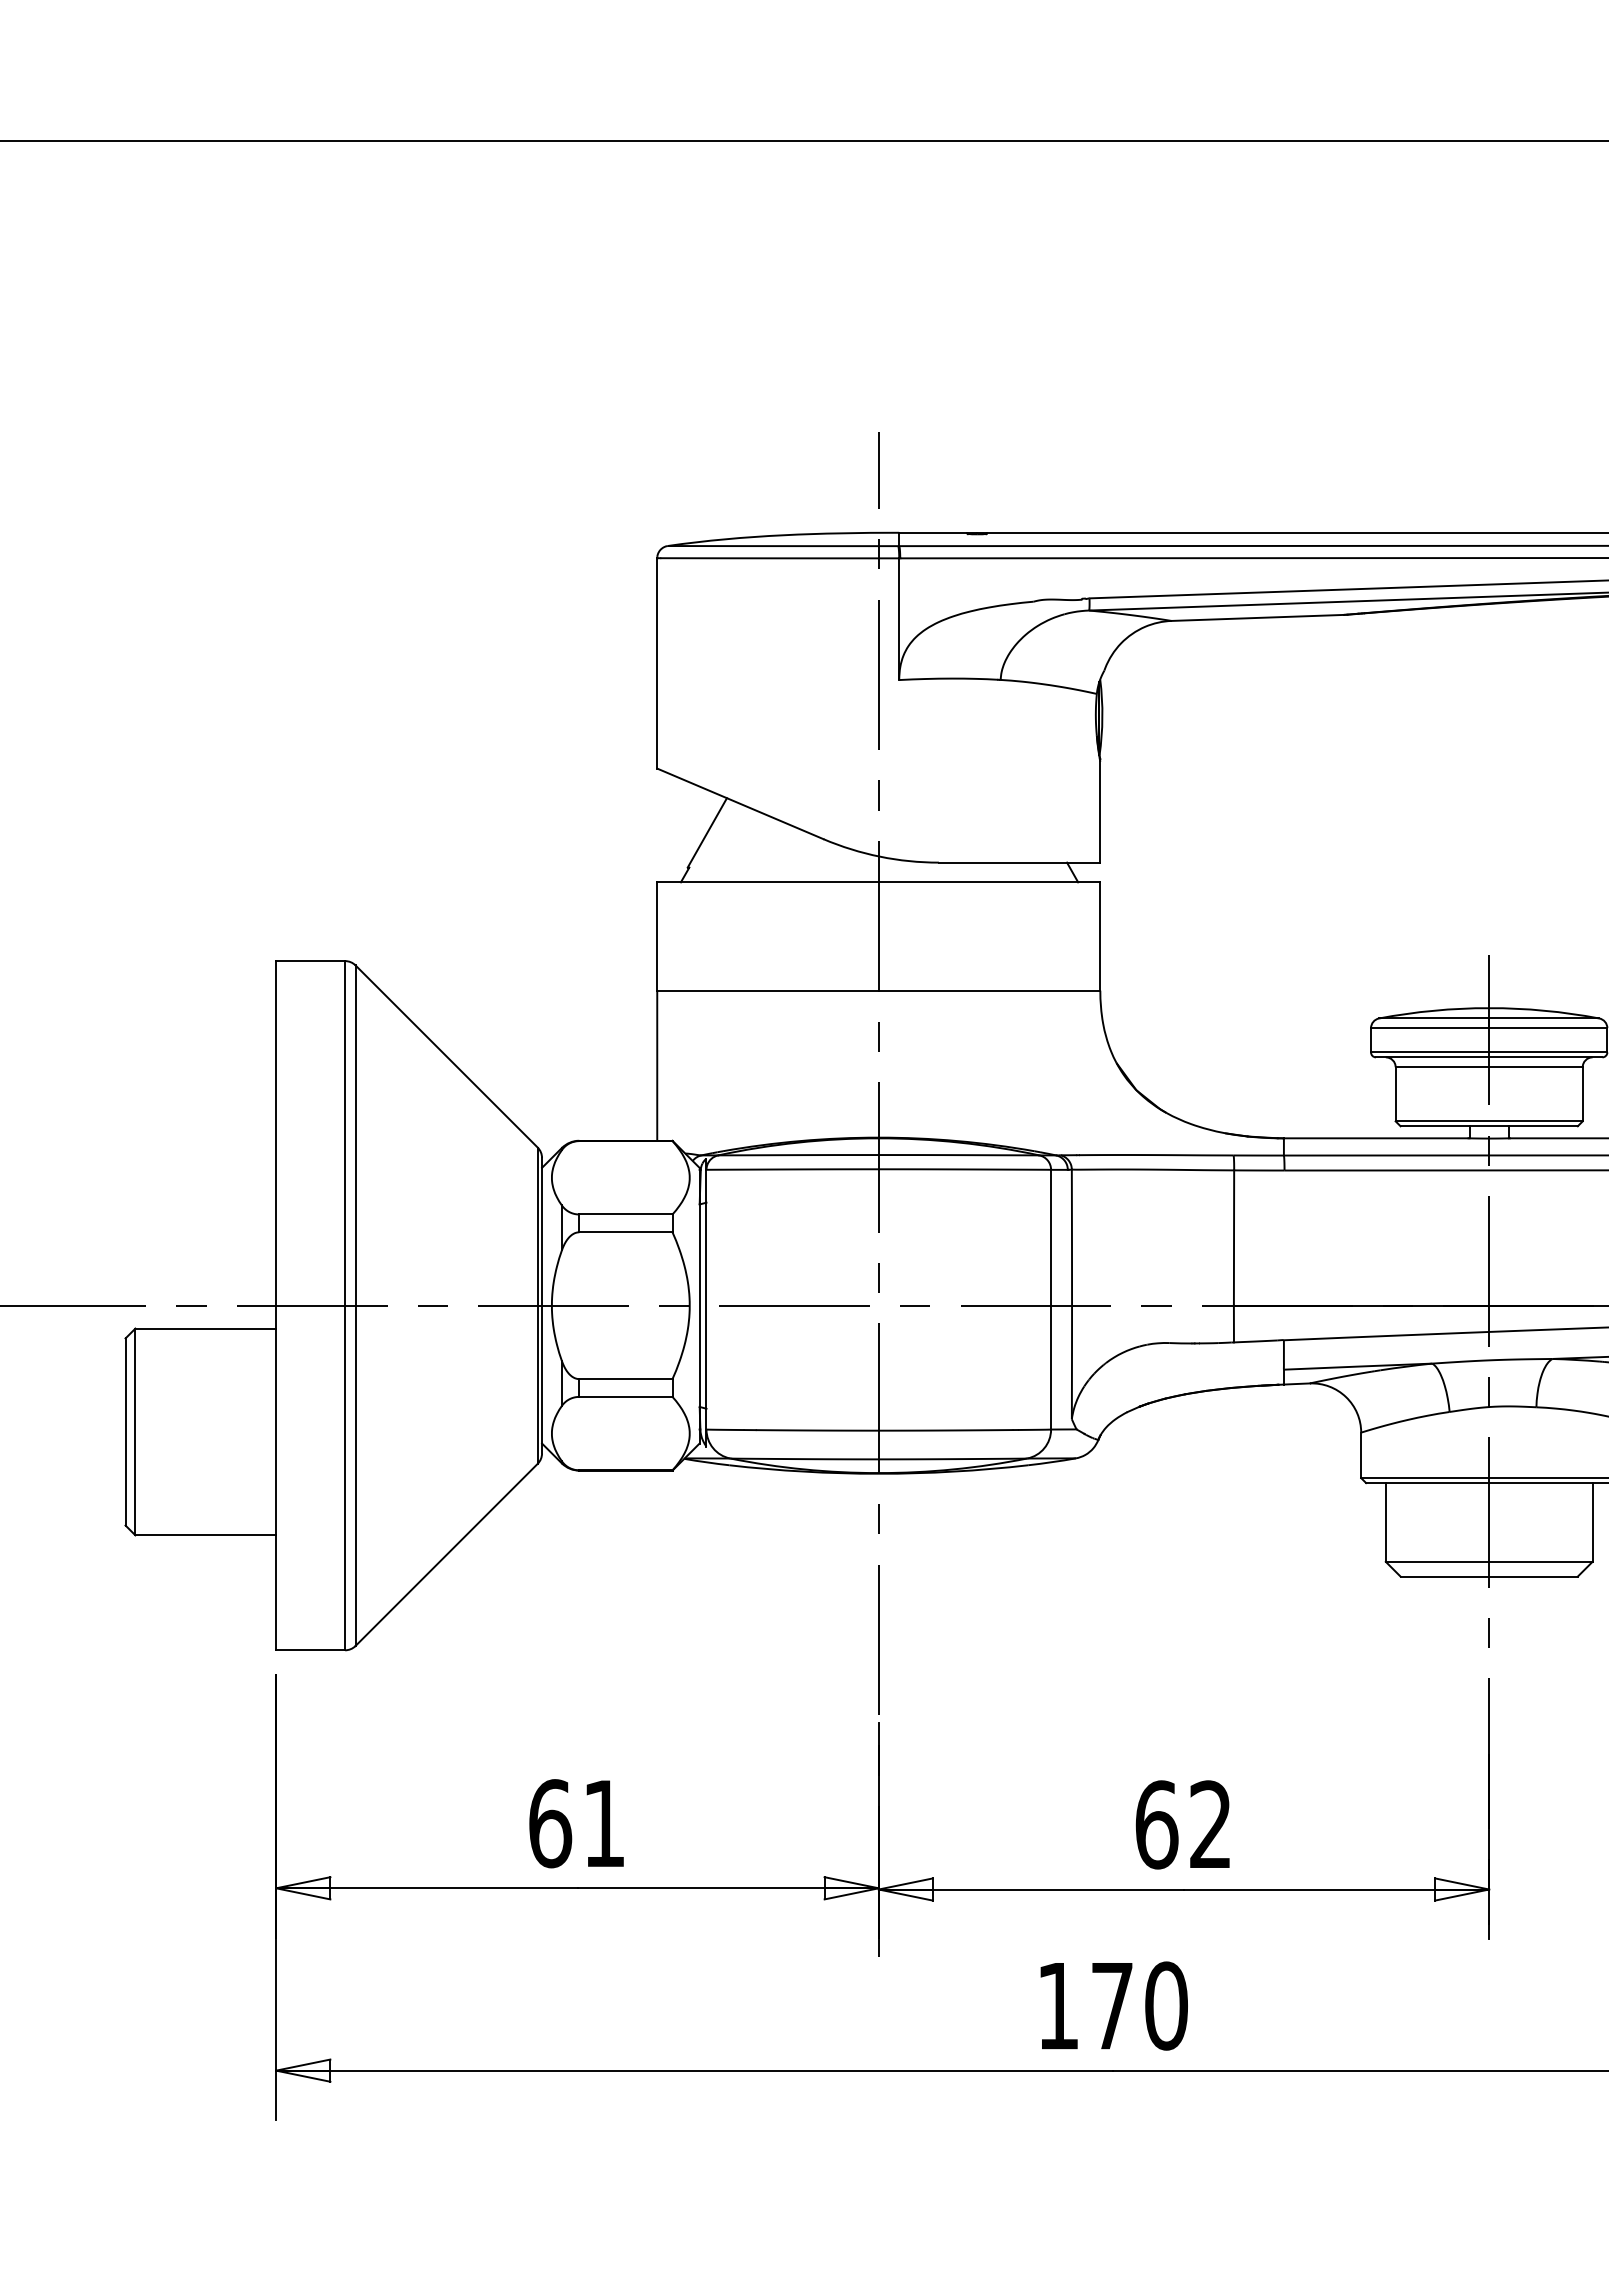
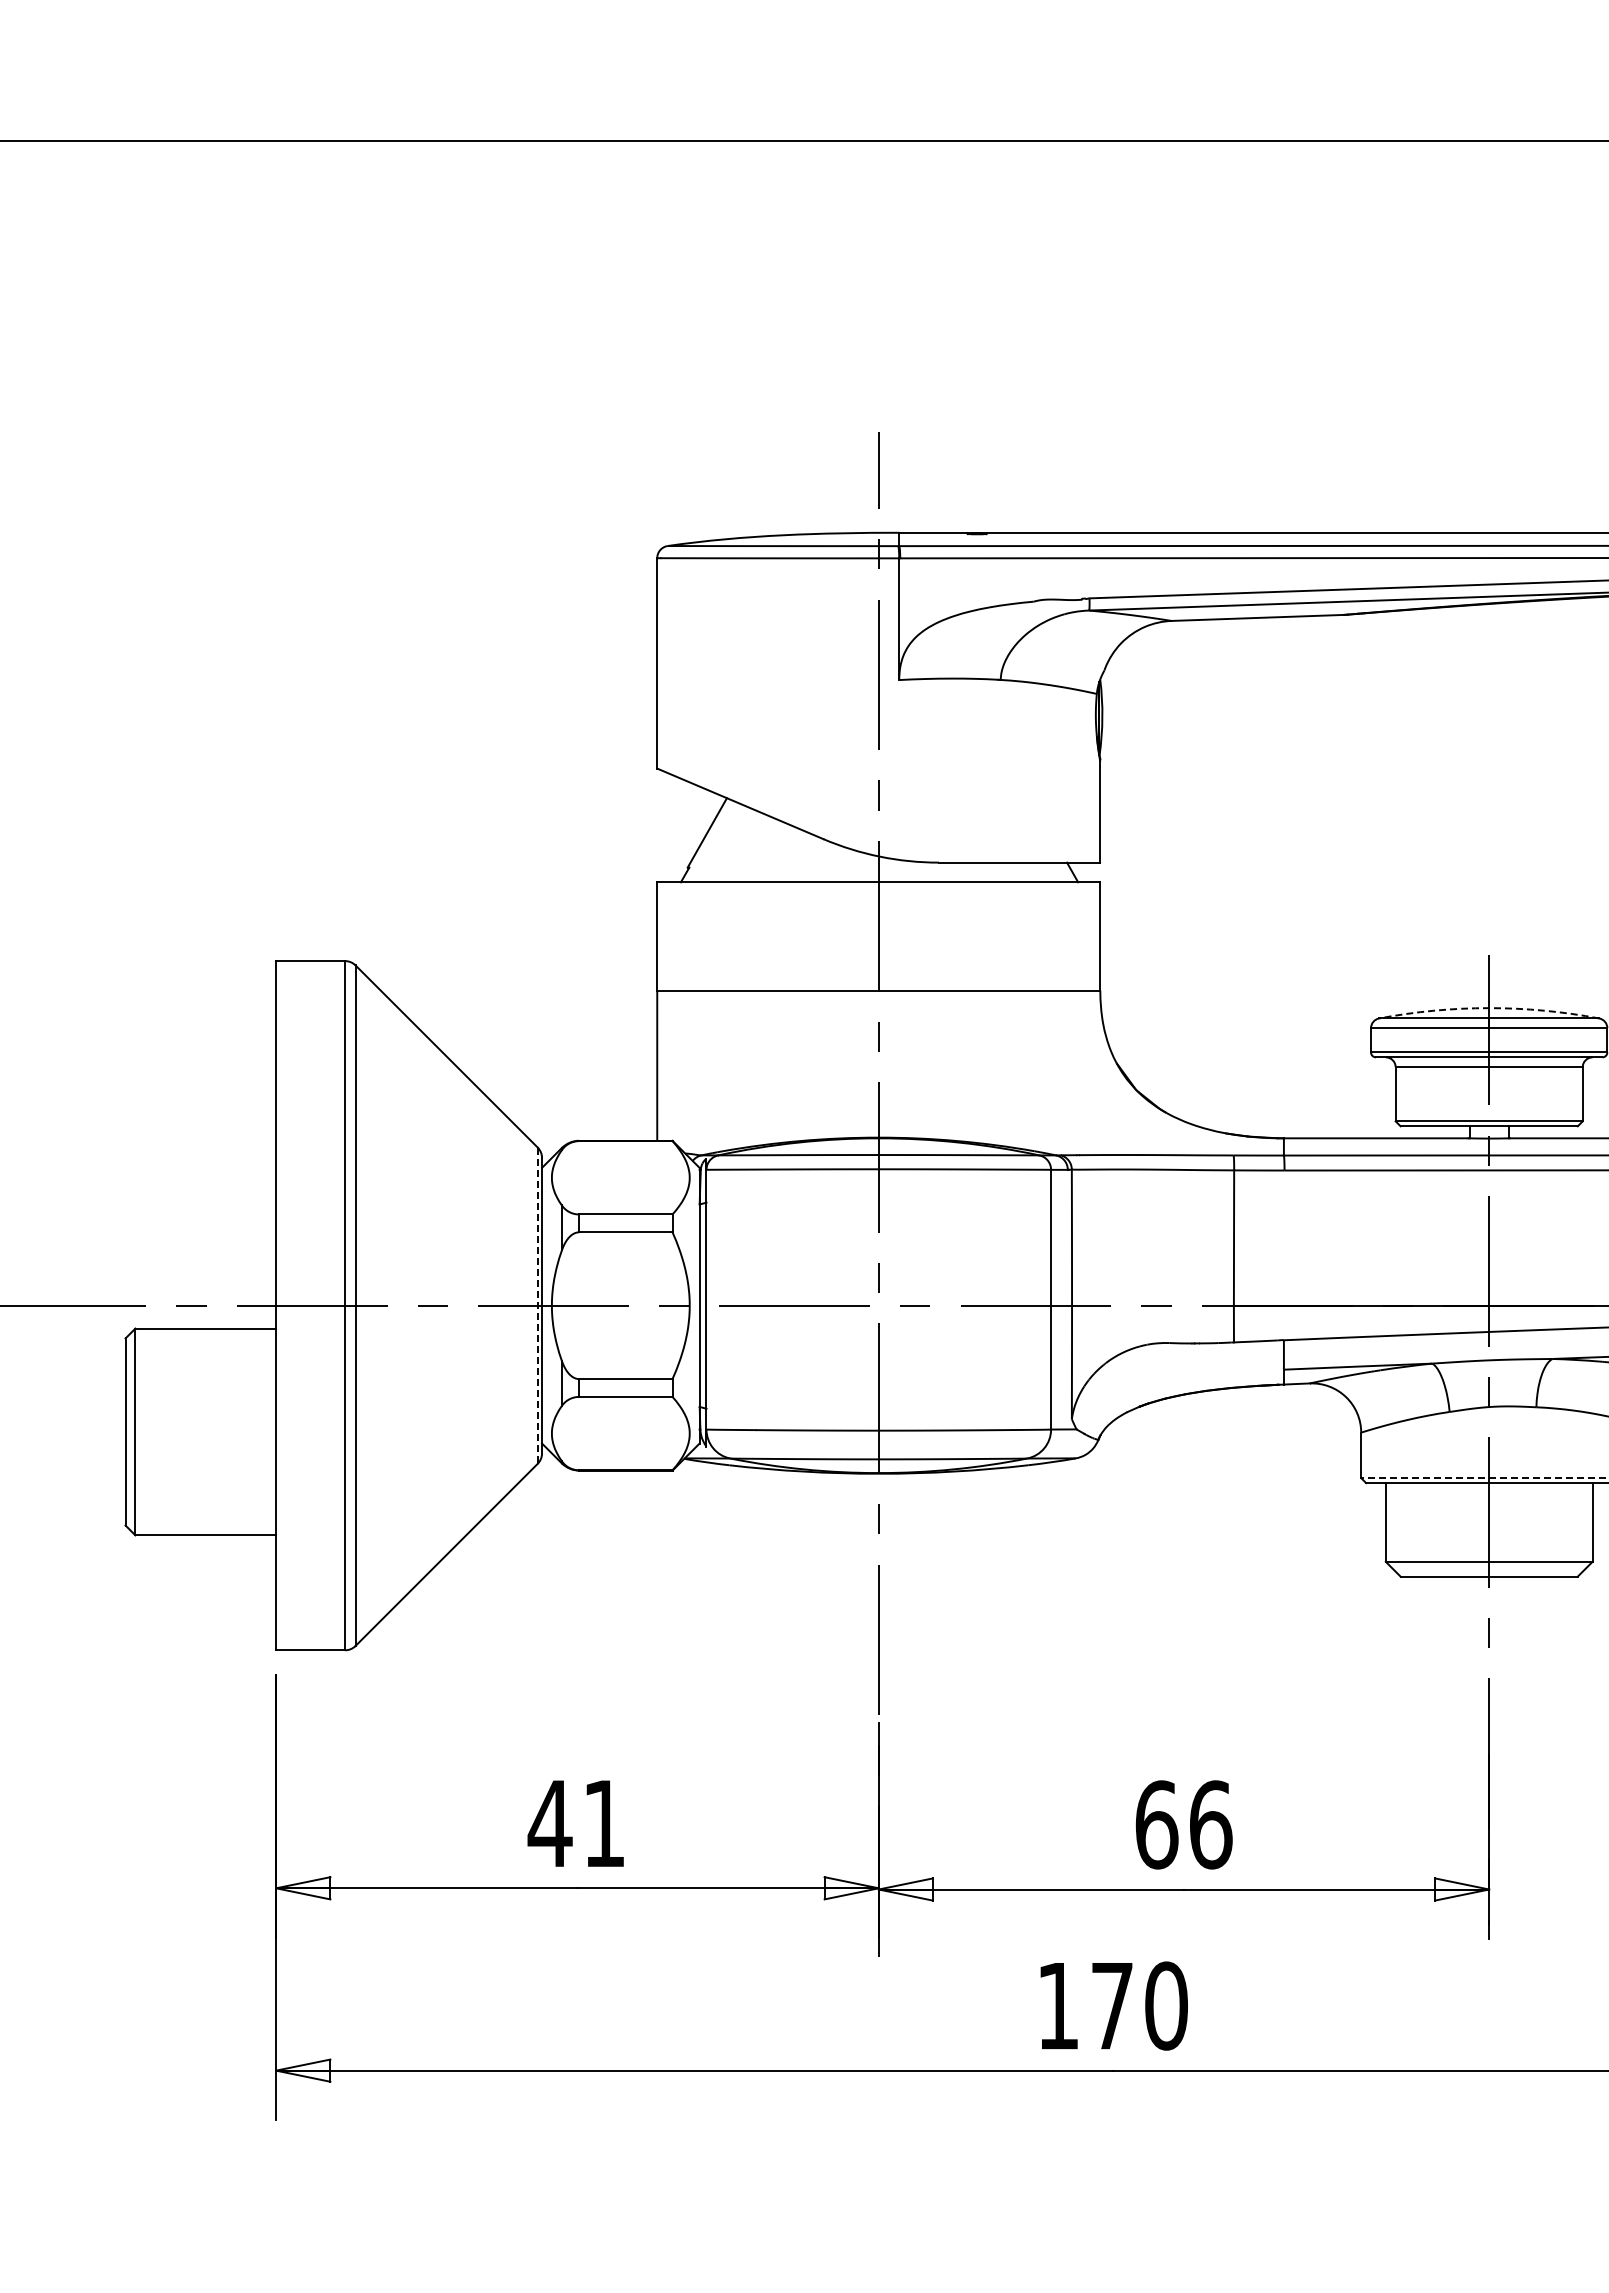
arc at (1489, 1008): solid -> dashed
line at (537, 1306): solid -> dashed
line at (1484, 1478): solid -> dashed
text at (549, 1823): 61 -> 41
text at (1211, 1824): 62 -> 66
